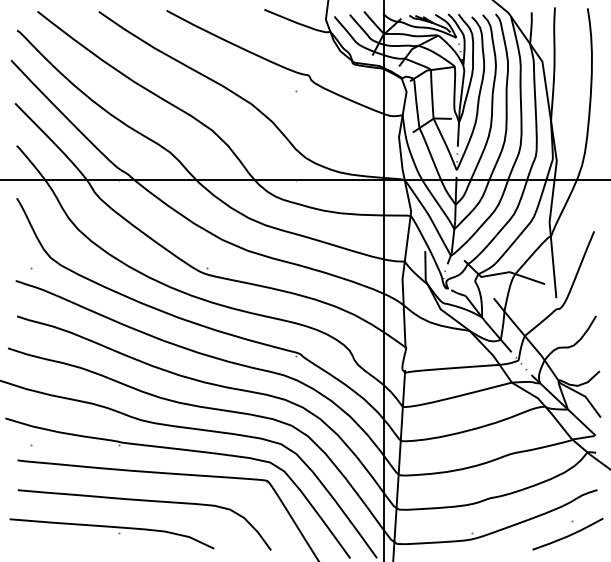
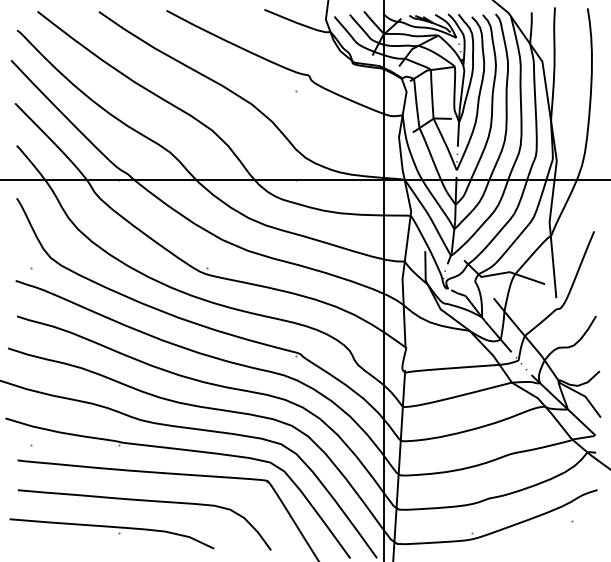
curve at (567, 535): present -> none
